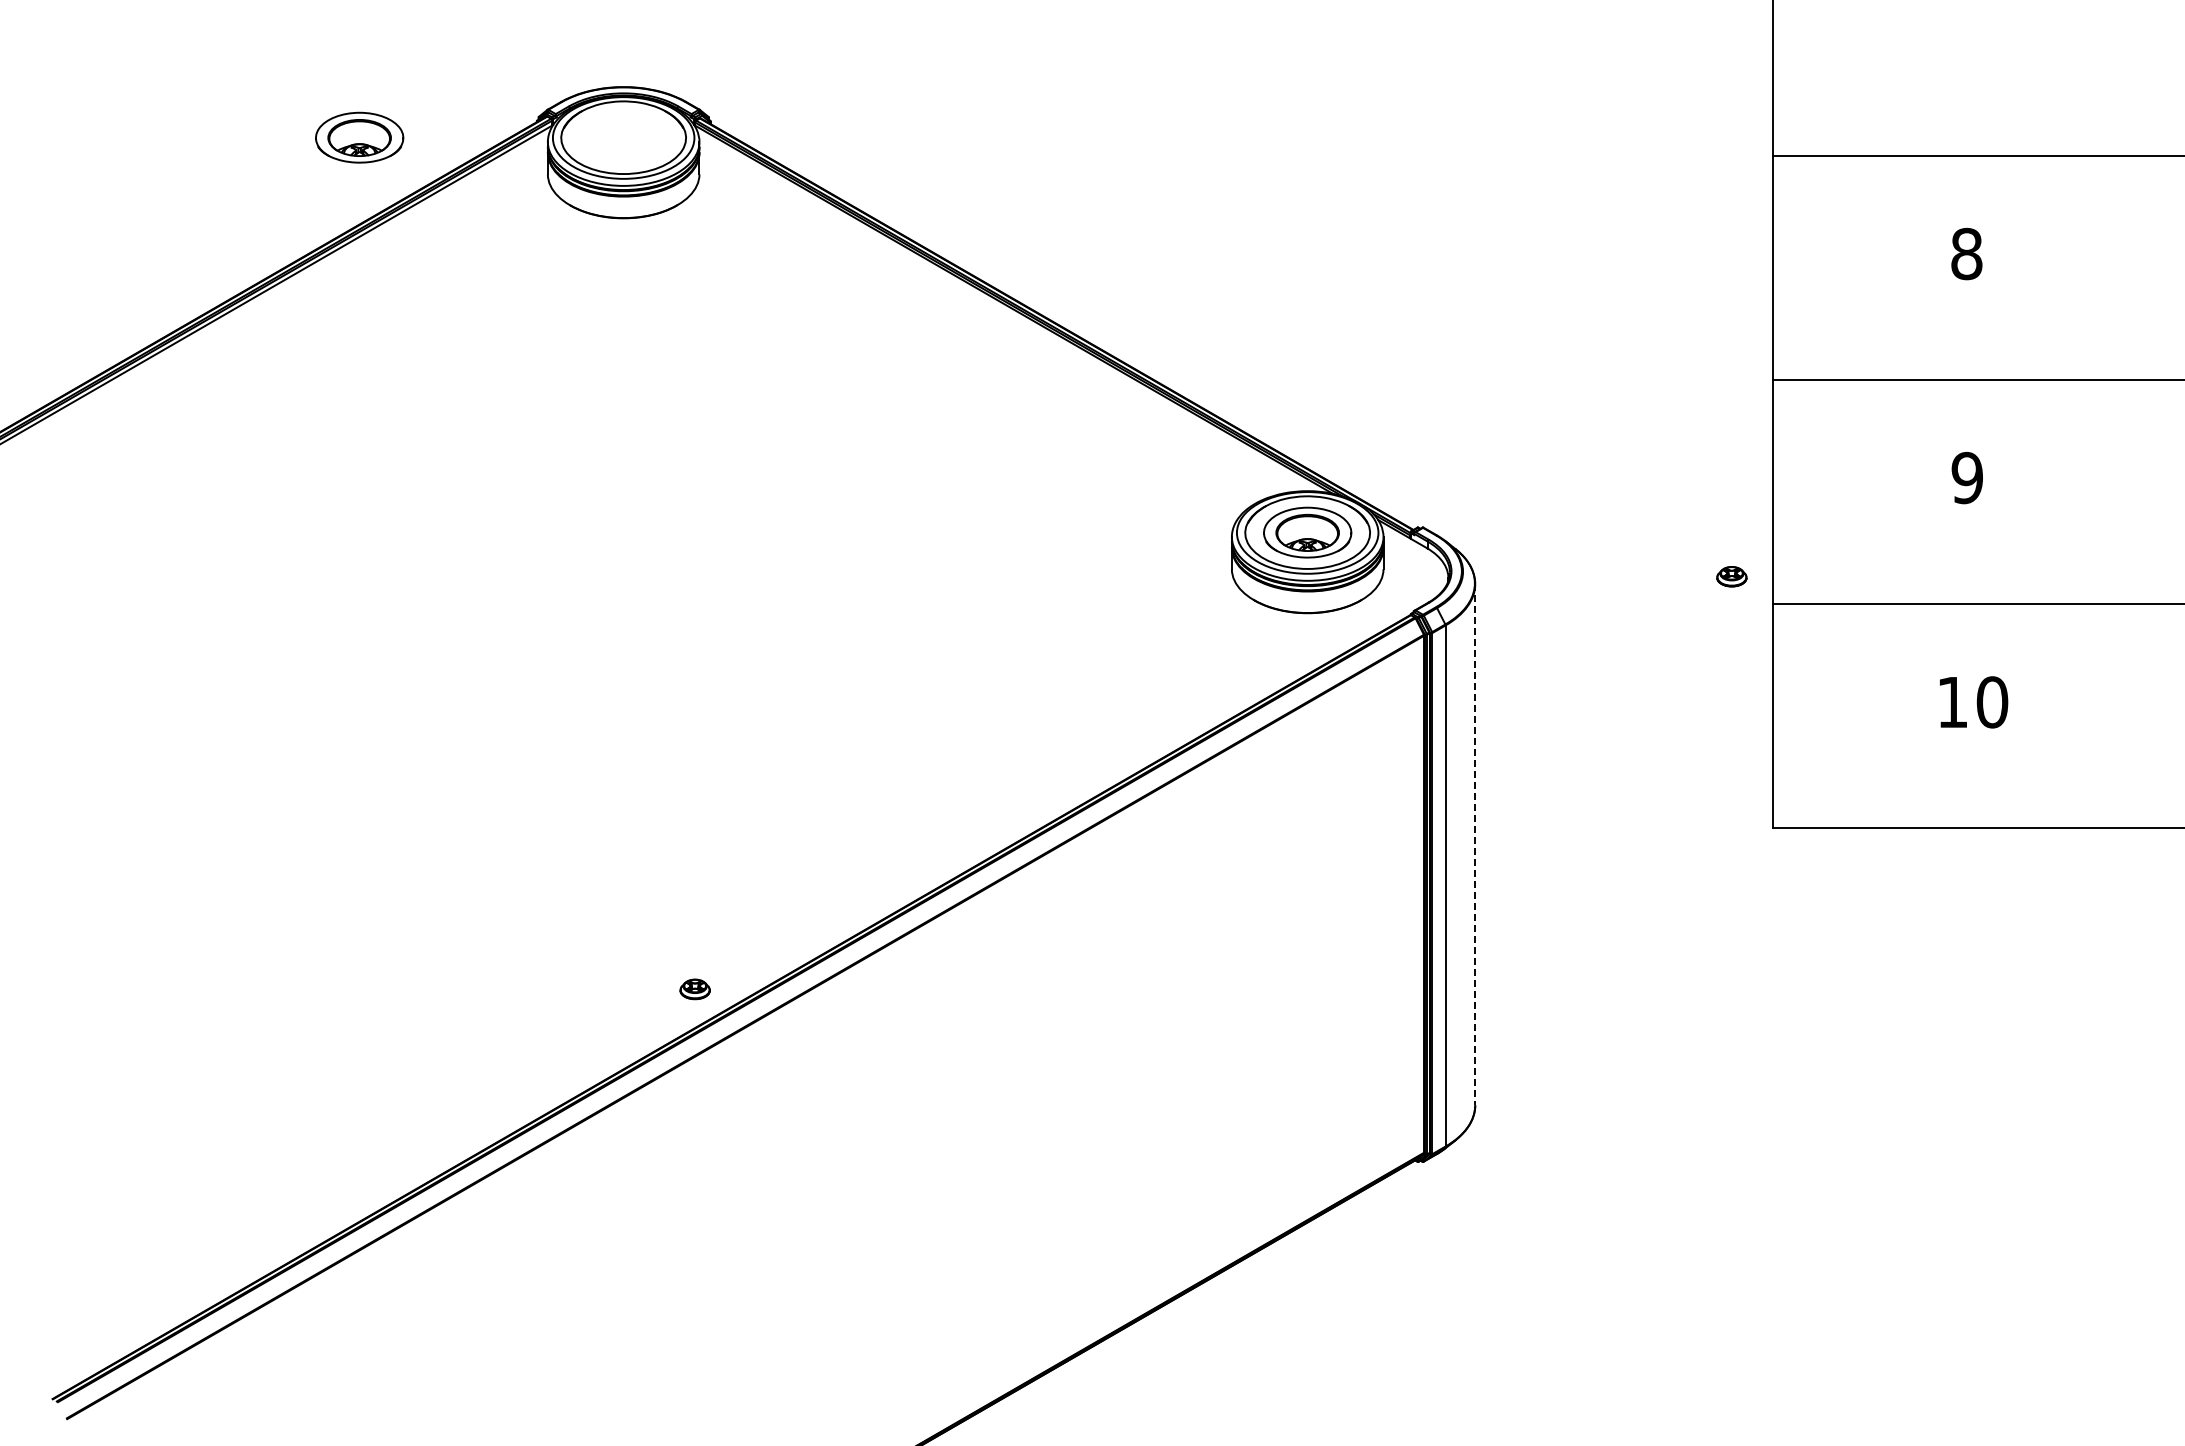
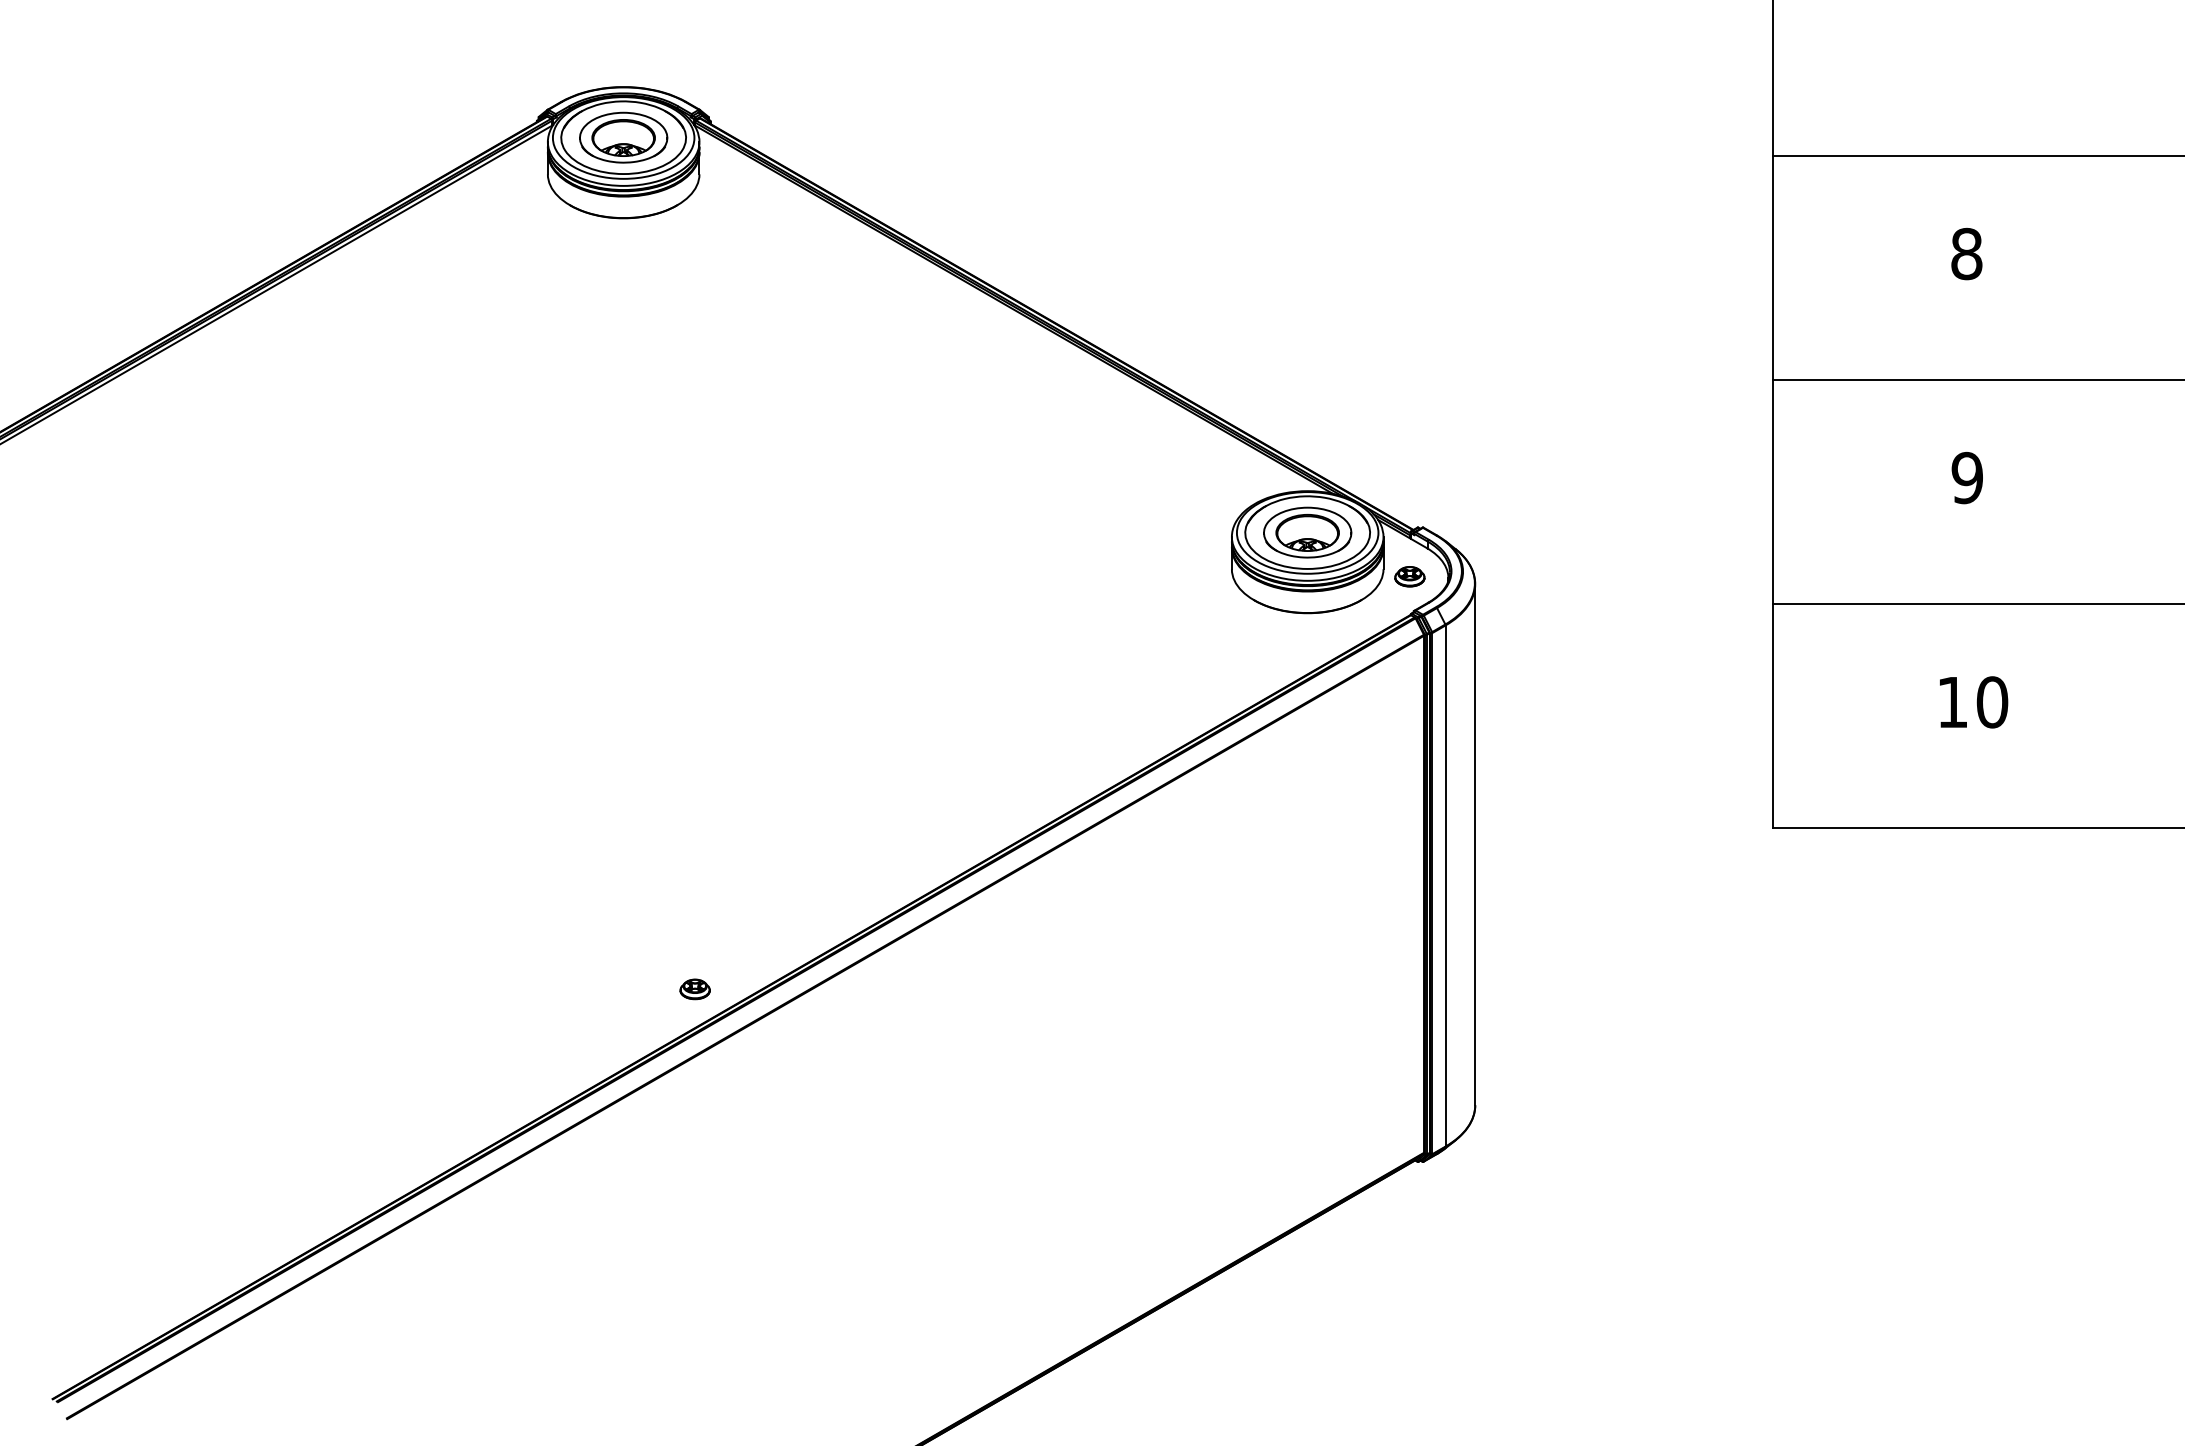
part at (359, 137) position: (359, 137) -> (623, 137)
part at (1731, 576) position: (1731, 576) -> (1409, 576)
line at (1475, 844): dashed -> solid
